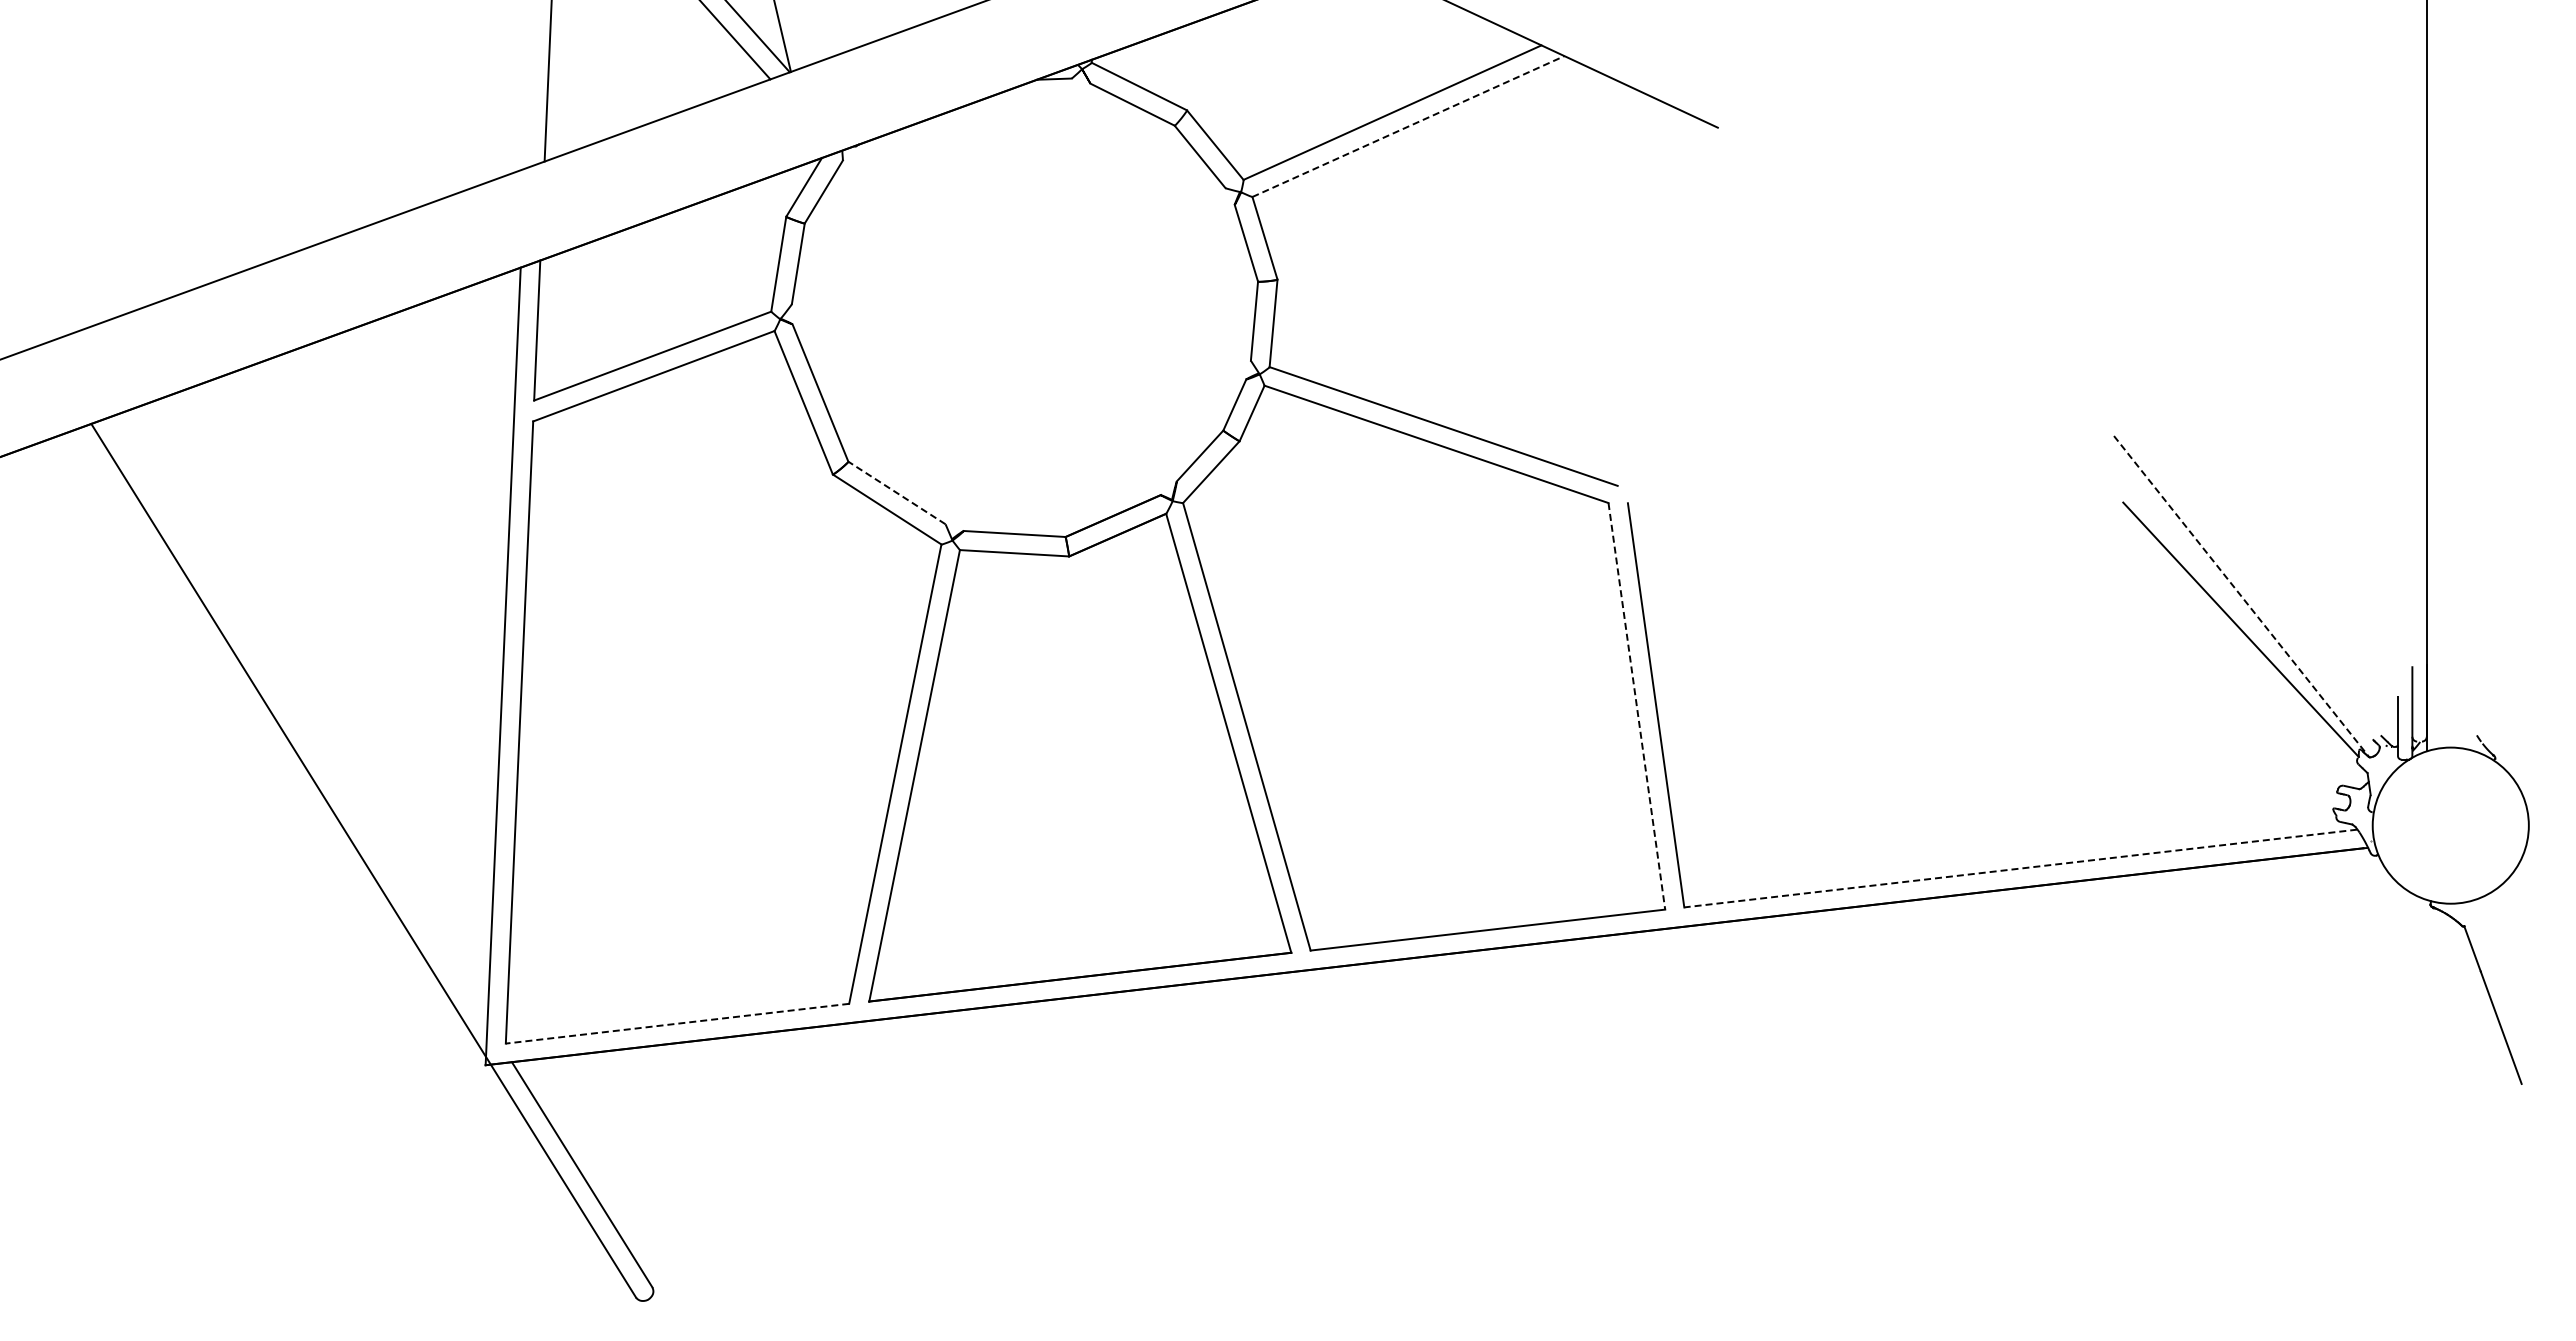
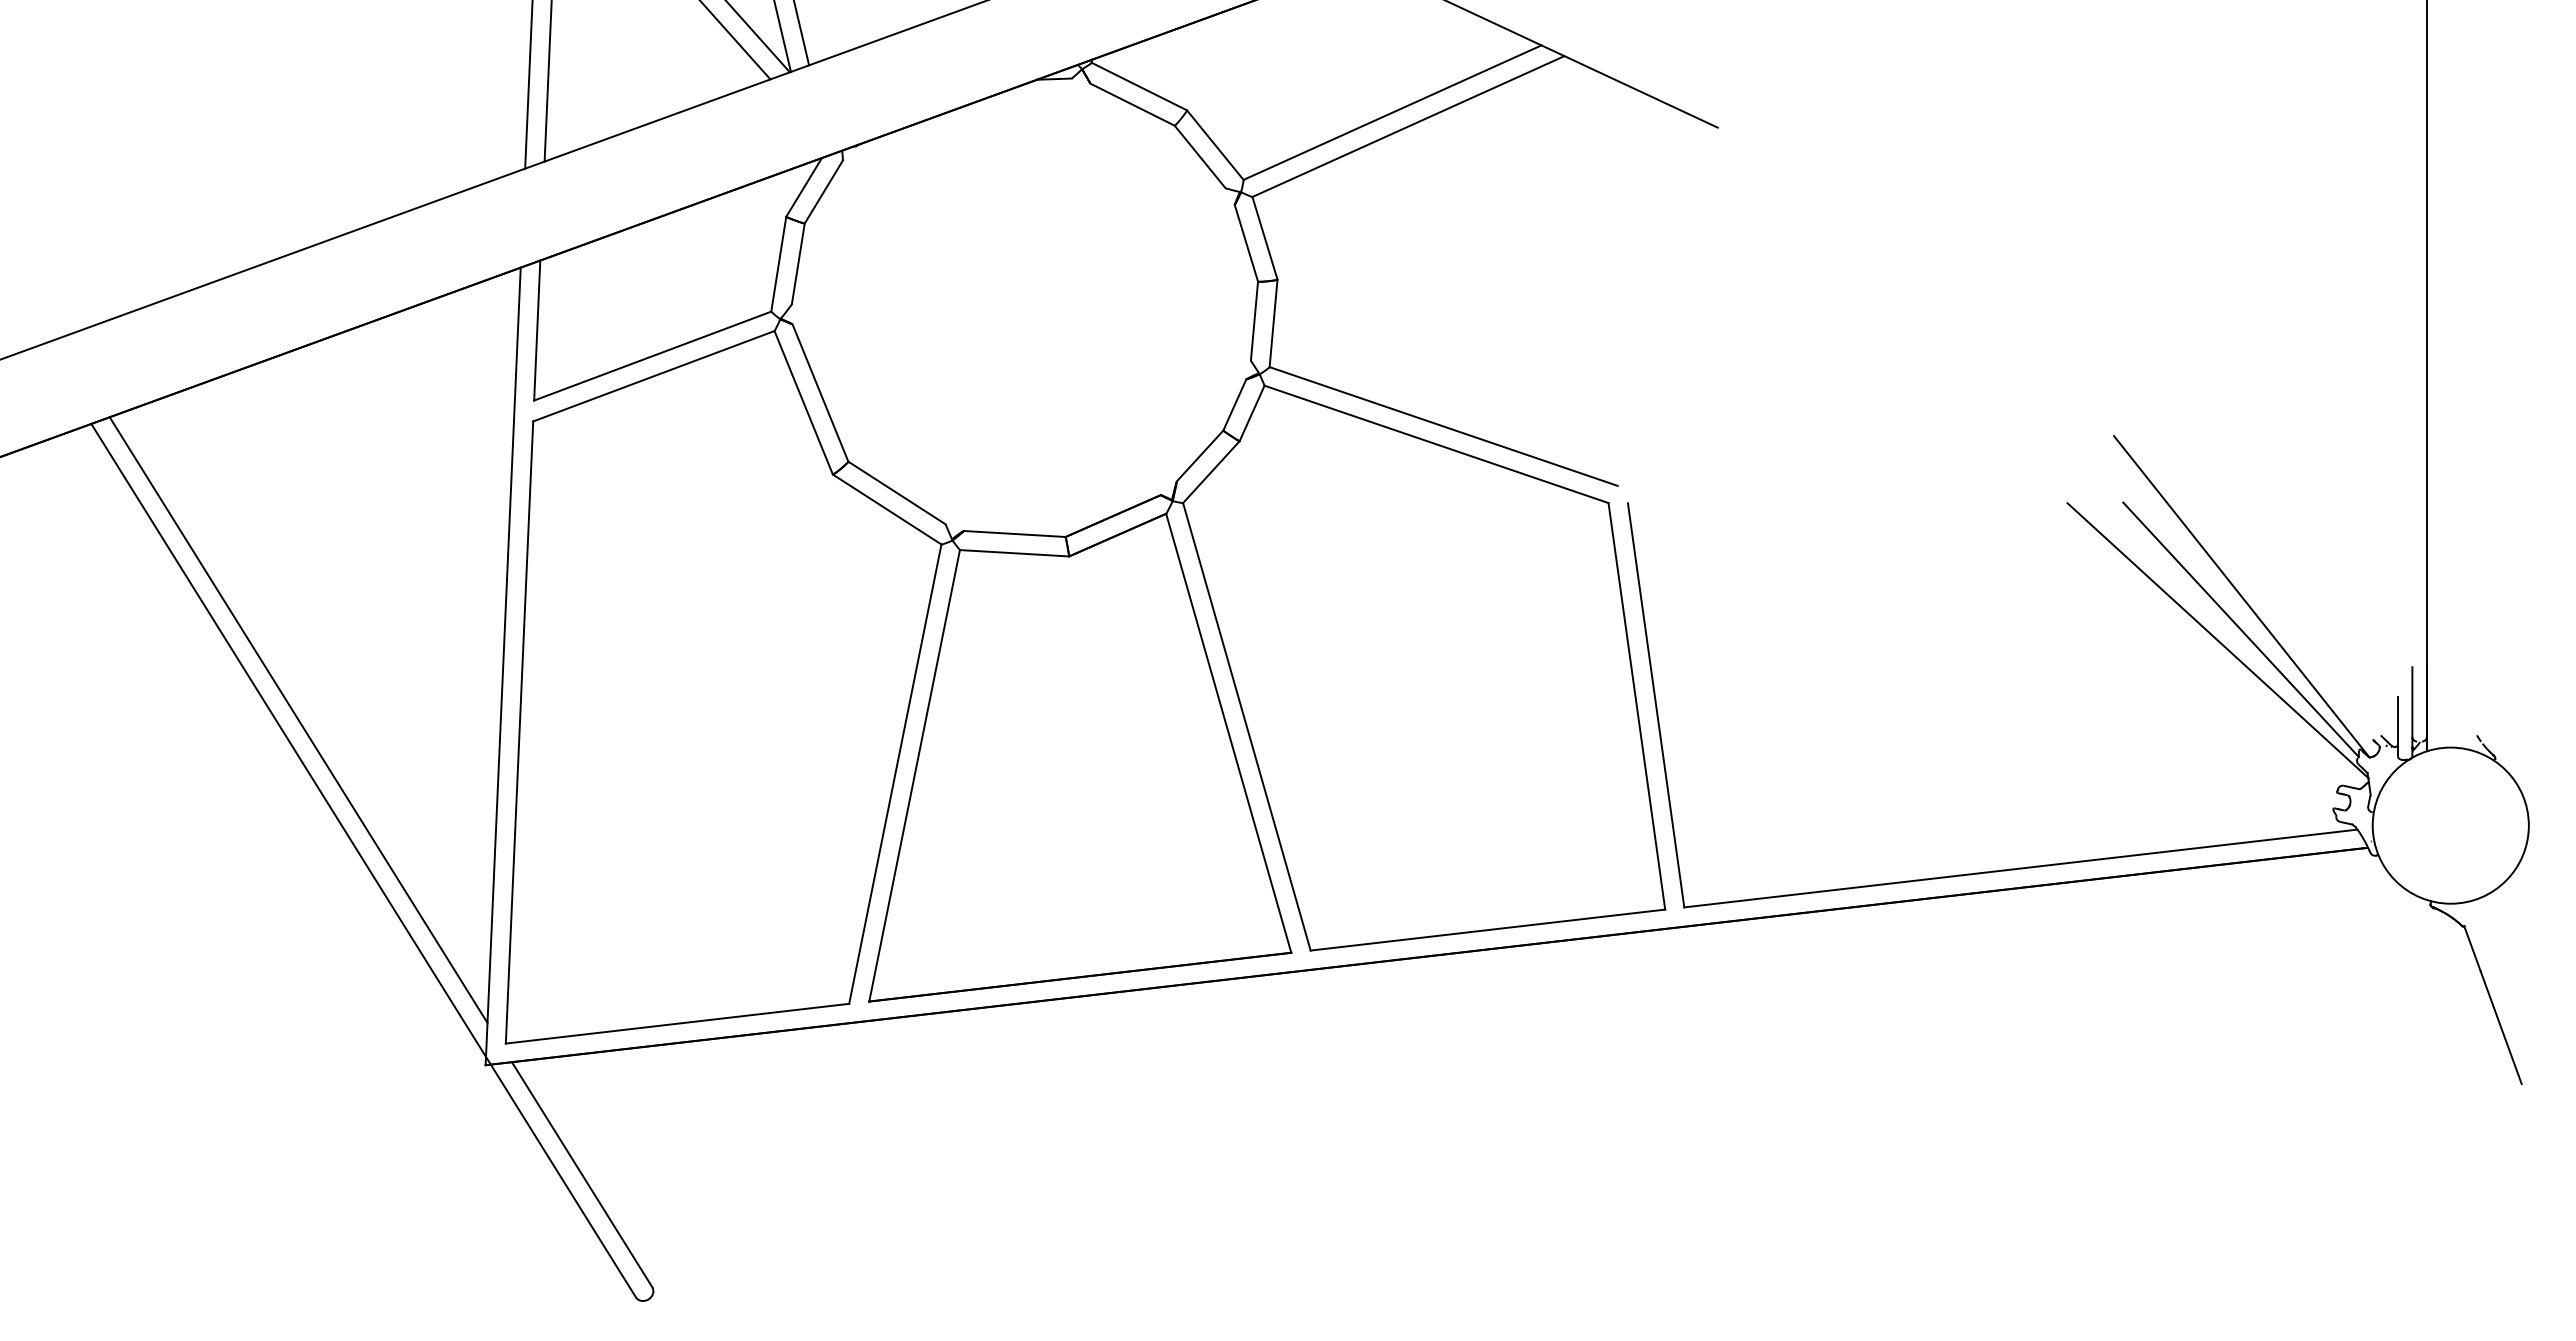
line at (801, 33): none -> present
line at (528, 85): none -> present
line at (1408, 126): dashed -> solid
line at (896, 492): dashed -> solid
line at (2242, 597): dashed -> solid
line at (2217, 640): none -> present
line at (1636, 706): dashed -> solid
line at (298, 720): none -> present
line at (2020, 868): dashed -> solid
line at (677, 1023): dashed -> solid
